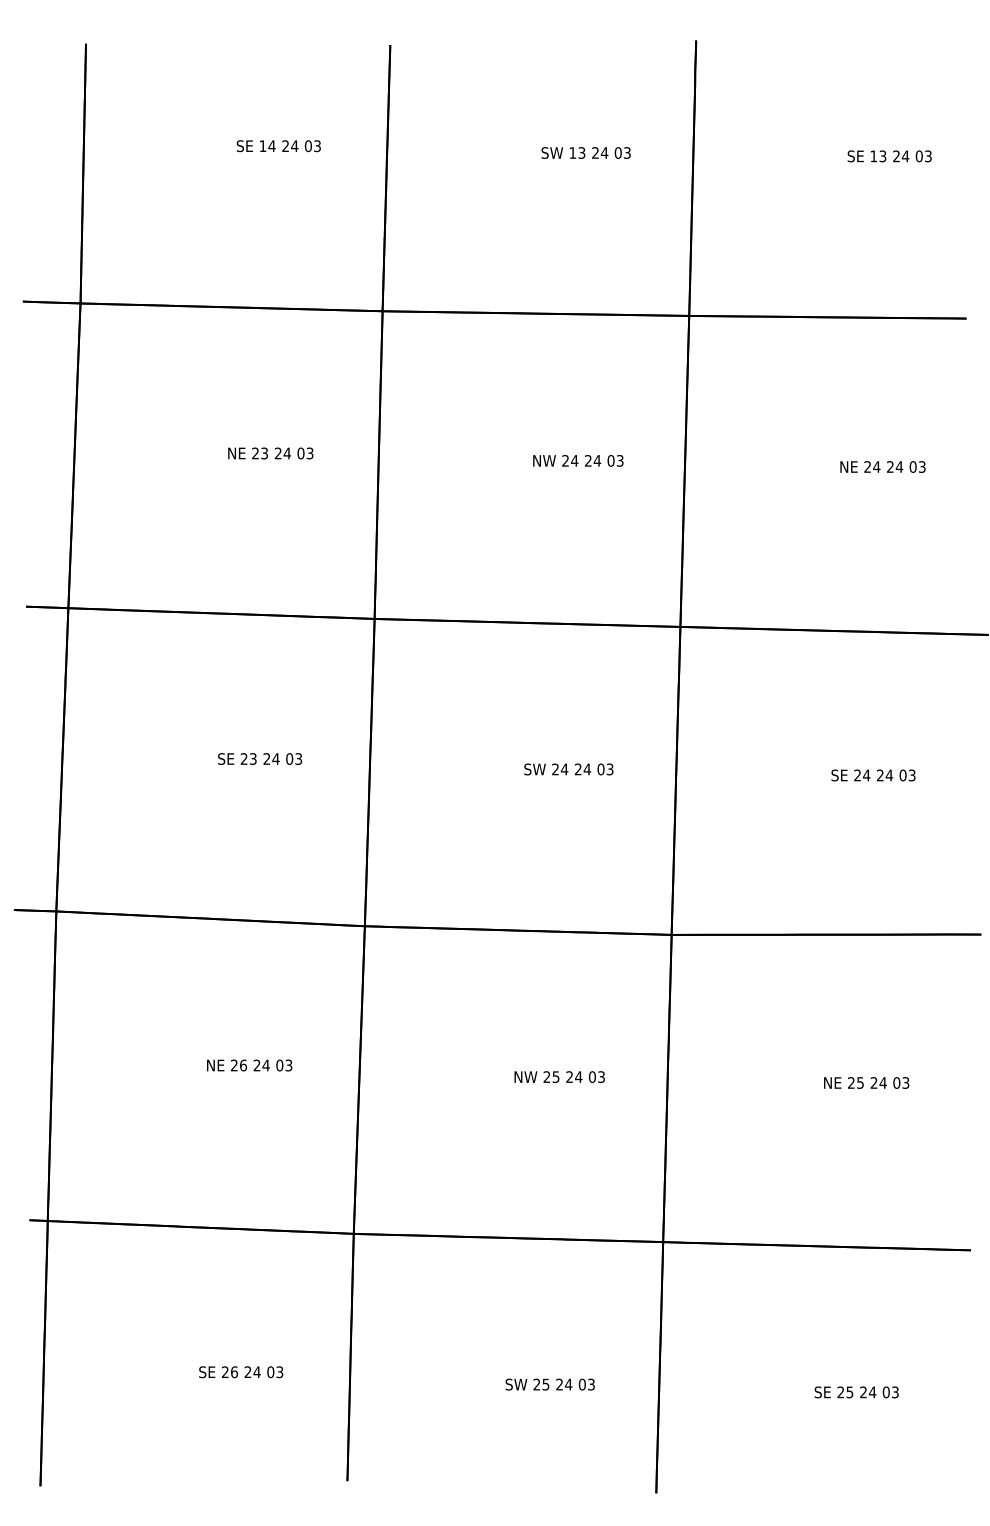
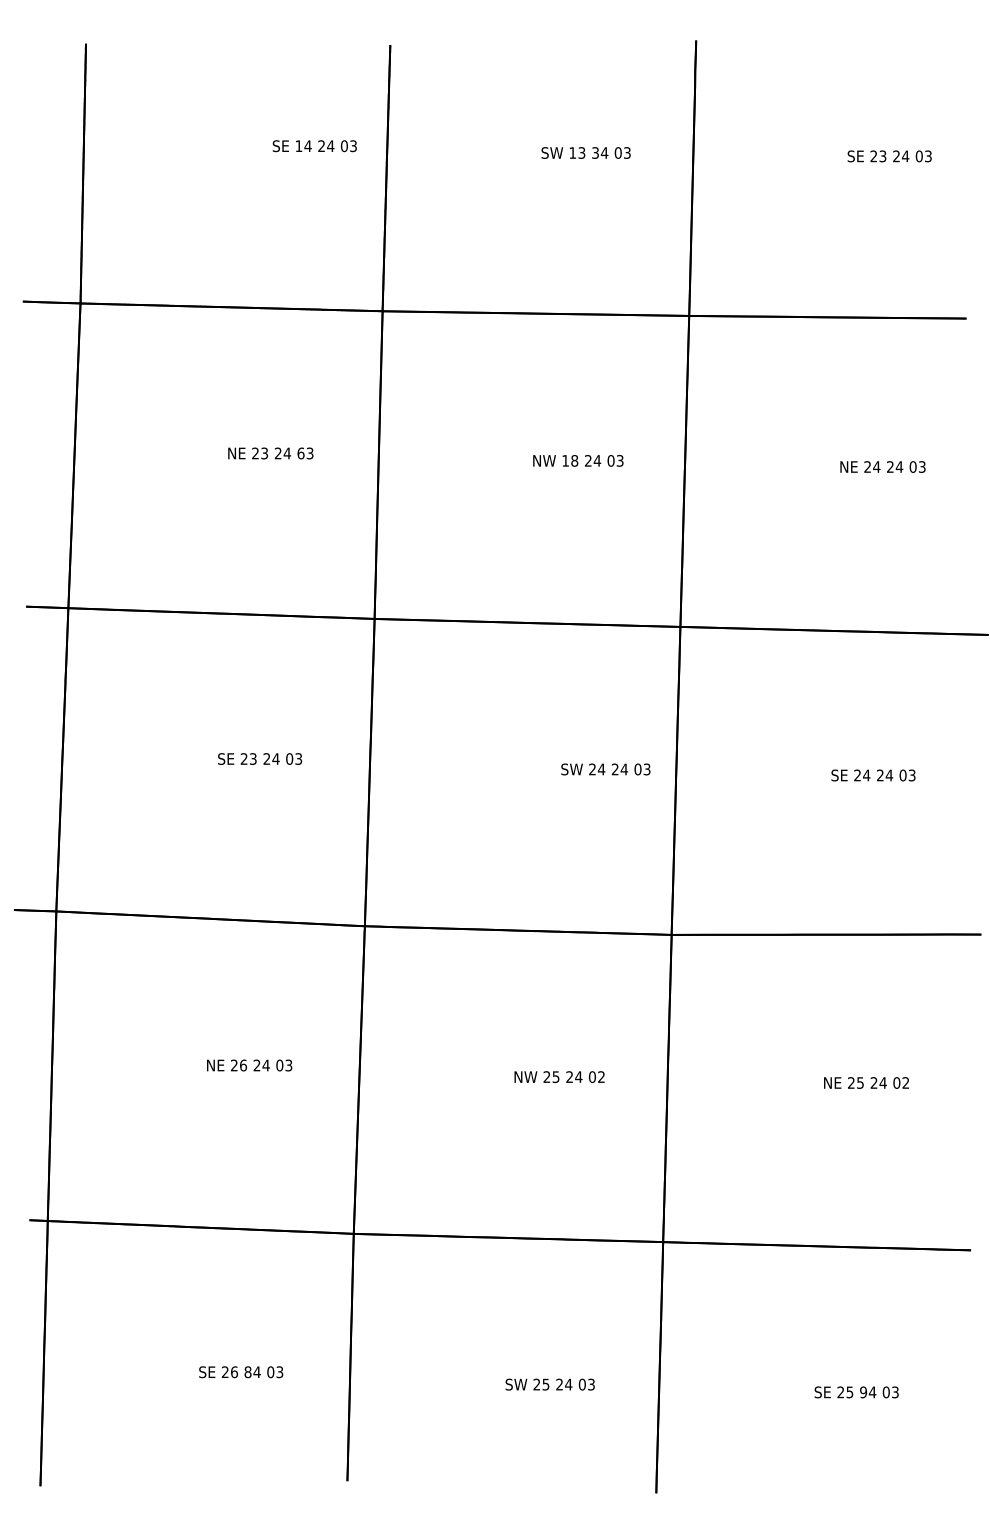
text at (278, 146) position: (278, 146) -> (314, 146)
text at (595, 152): 24 -> 34
text at (873, 156): 13 -> 23
text at (300, 453): 03 -> 63
text at (570, 460): 24 -> 18
text at (568, 769) position: (568, 769) -> (605, 769)
text at (601, 1077): 03 -> 02
text at (905, 1082): 03 -> 02
text at (247, 1372): 24 -> 84
text at (863, 1392): 24 -> 94
